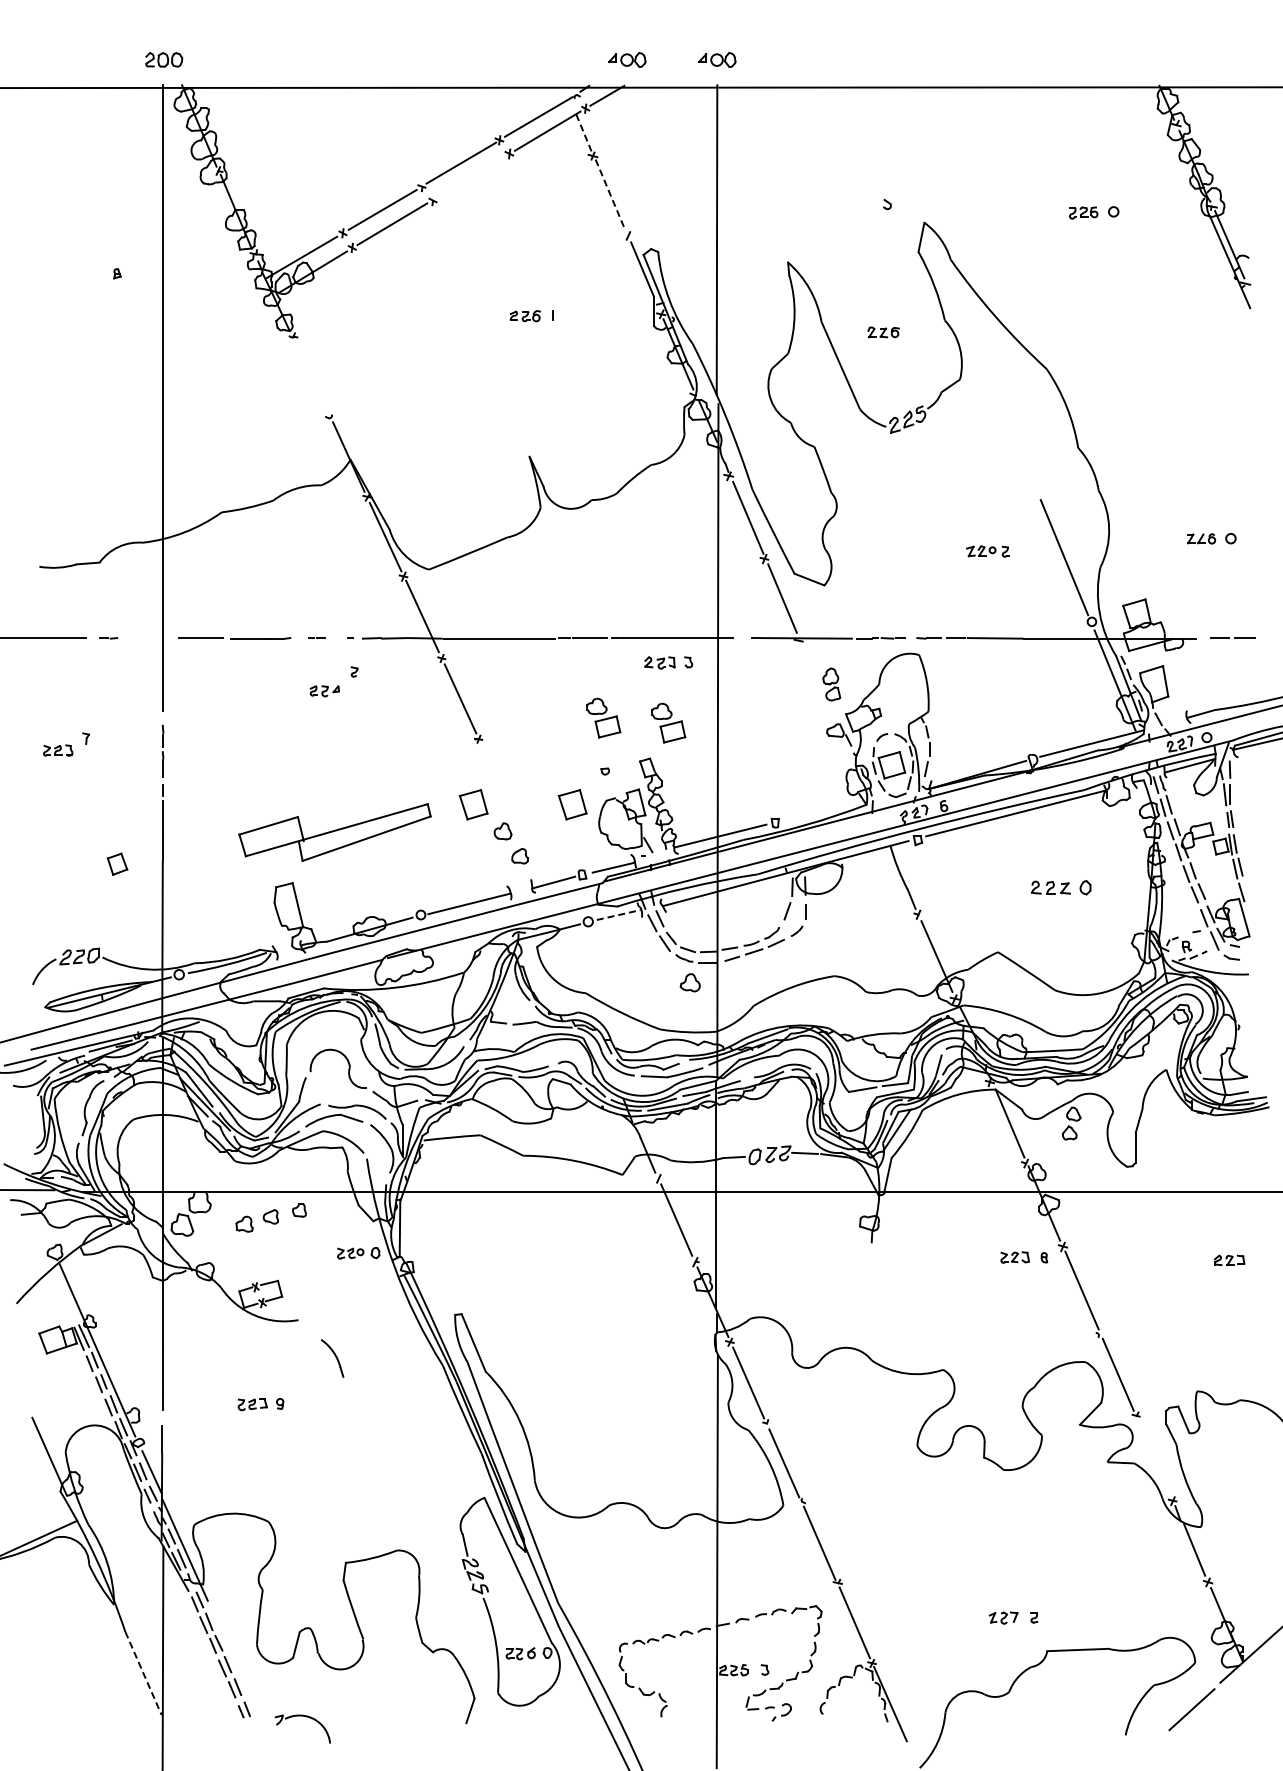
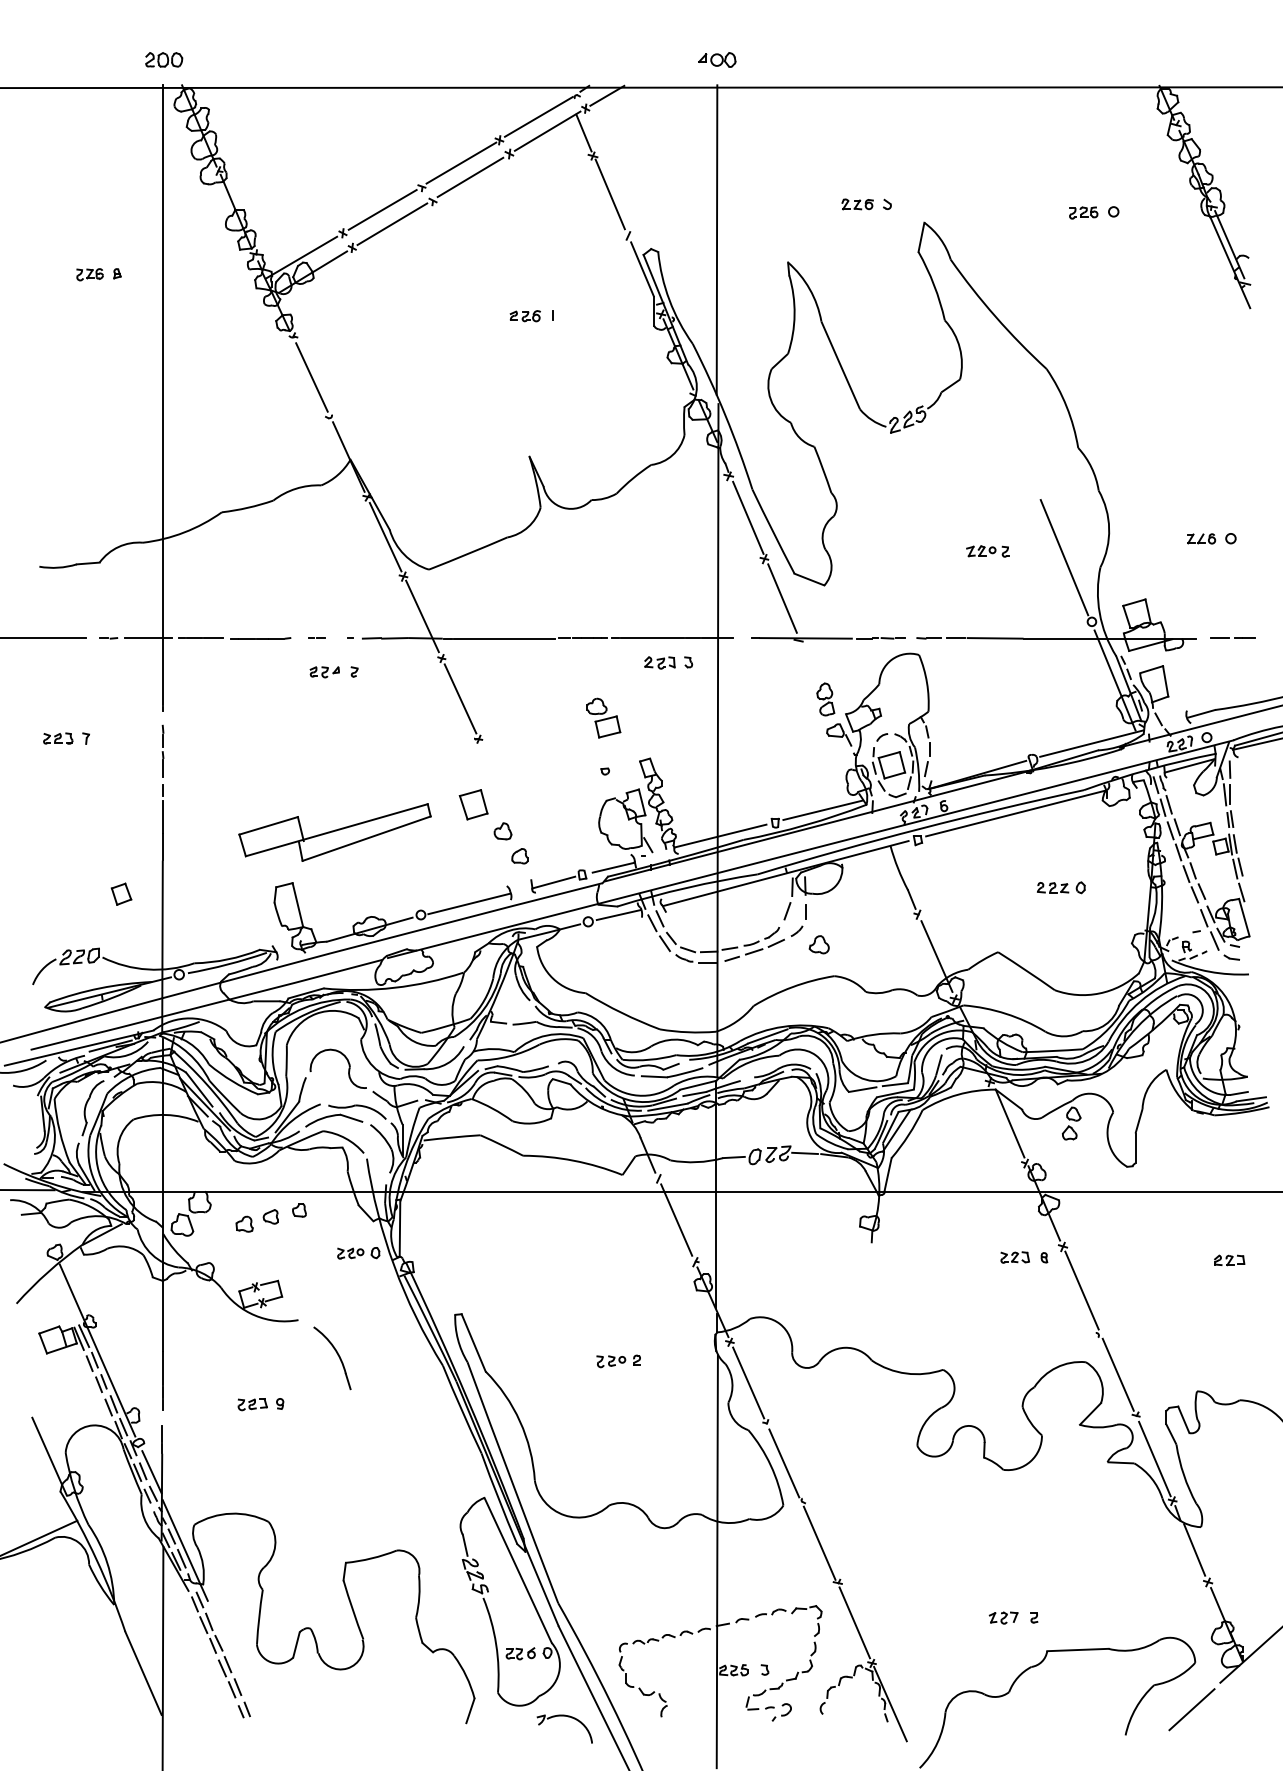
part at (627, 59): present -> none
line at (583, 132): dashed -> solid
line at (470, 177): none -> present
line at (610, 194): dashed -> solid
part at (89, 274): none -> present
part at (883, 332) position: (883, 332) -> (857, 204)
line at (311, 377): none -> present
line at (148, 638): none -> present
part at (831, 684) position: (831, 684) -> (825, 699)
part at (324, 691) position: (324, 691) -> (324, 672)
part at (668, 722): present -> none
part at (58, 750) position: (58, 750) -> (58, 738)
part at (572, 804): present -> none
line at (822, 809): none -> present
part at (117, 863) position: (117, 863) -> (121, 893)
part at (1061, 887) size: 61x16 px -> 49x14 px
line at (619, 914): dashed -> solid
part at (689, 982) position: (689, 982) -> (818, 944)
part at (332, 1358) size: 24x39 px -> 39x65 px
part at (618, 1361): none -> present
line at (1154, 1458): none -> present
line at (143, 1673): dashed -> solid
part at (306, 1717) position: (306, 1717) -> (568, 1717)
